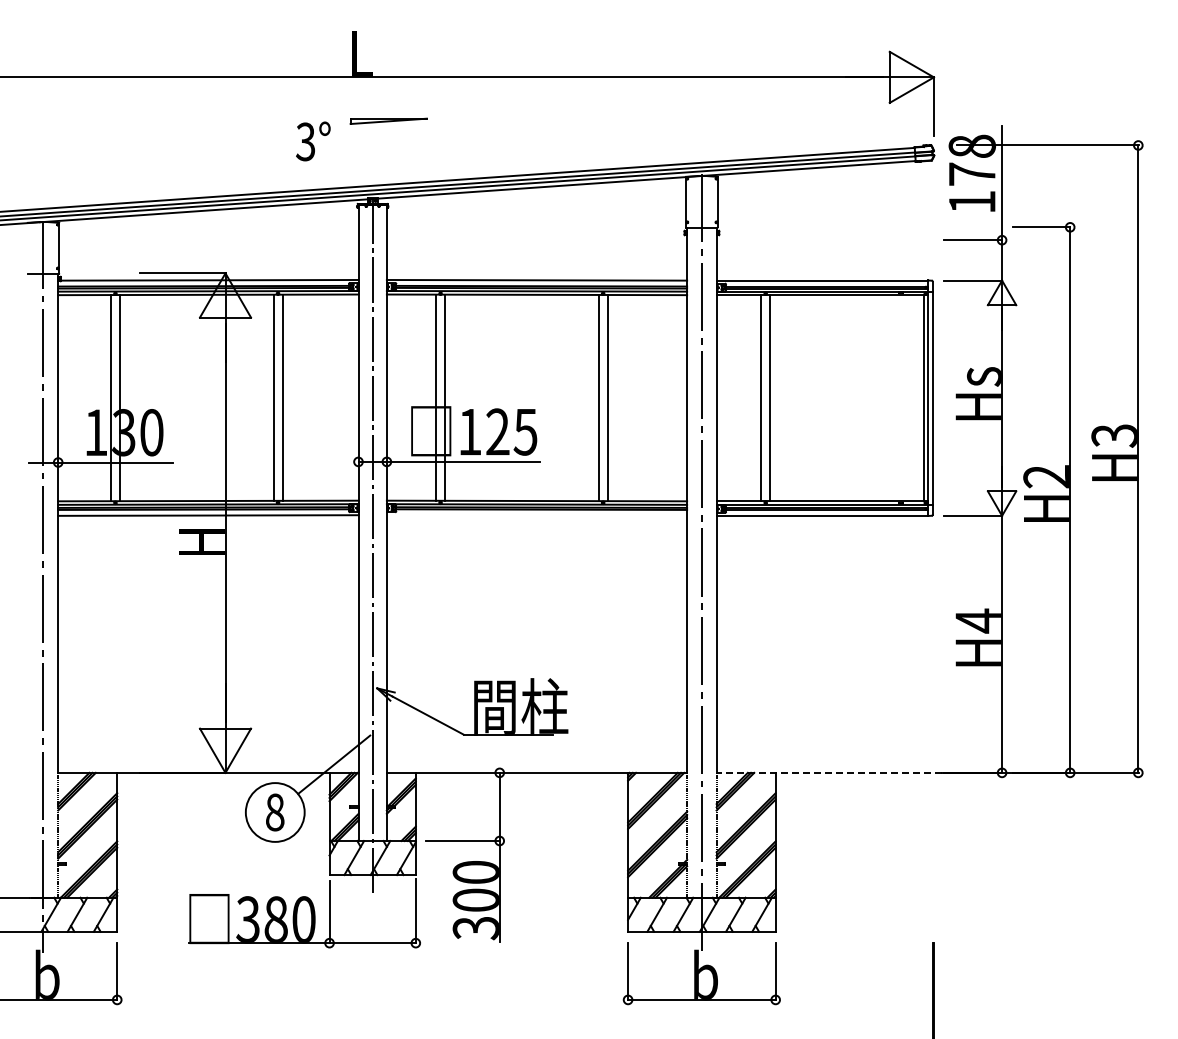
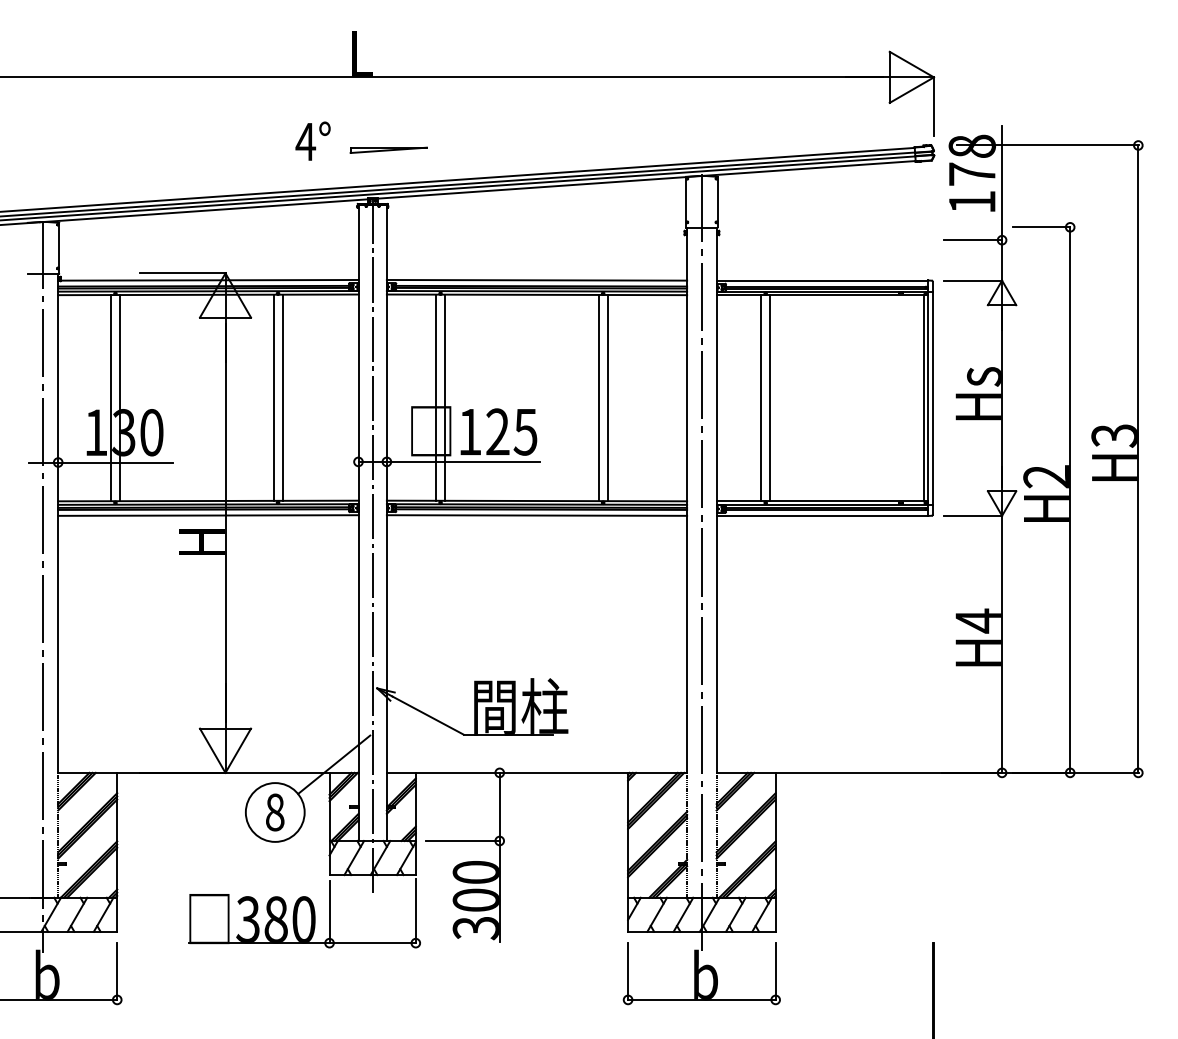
part at (388, 120) position: (388, 120) -> (388, 149)
text at (305, 141): 3° -> 4°
line at (536, 515): none -> present
line at (829, 772): dashed -> solid
